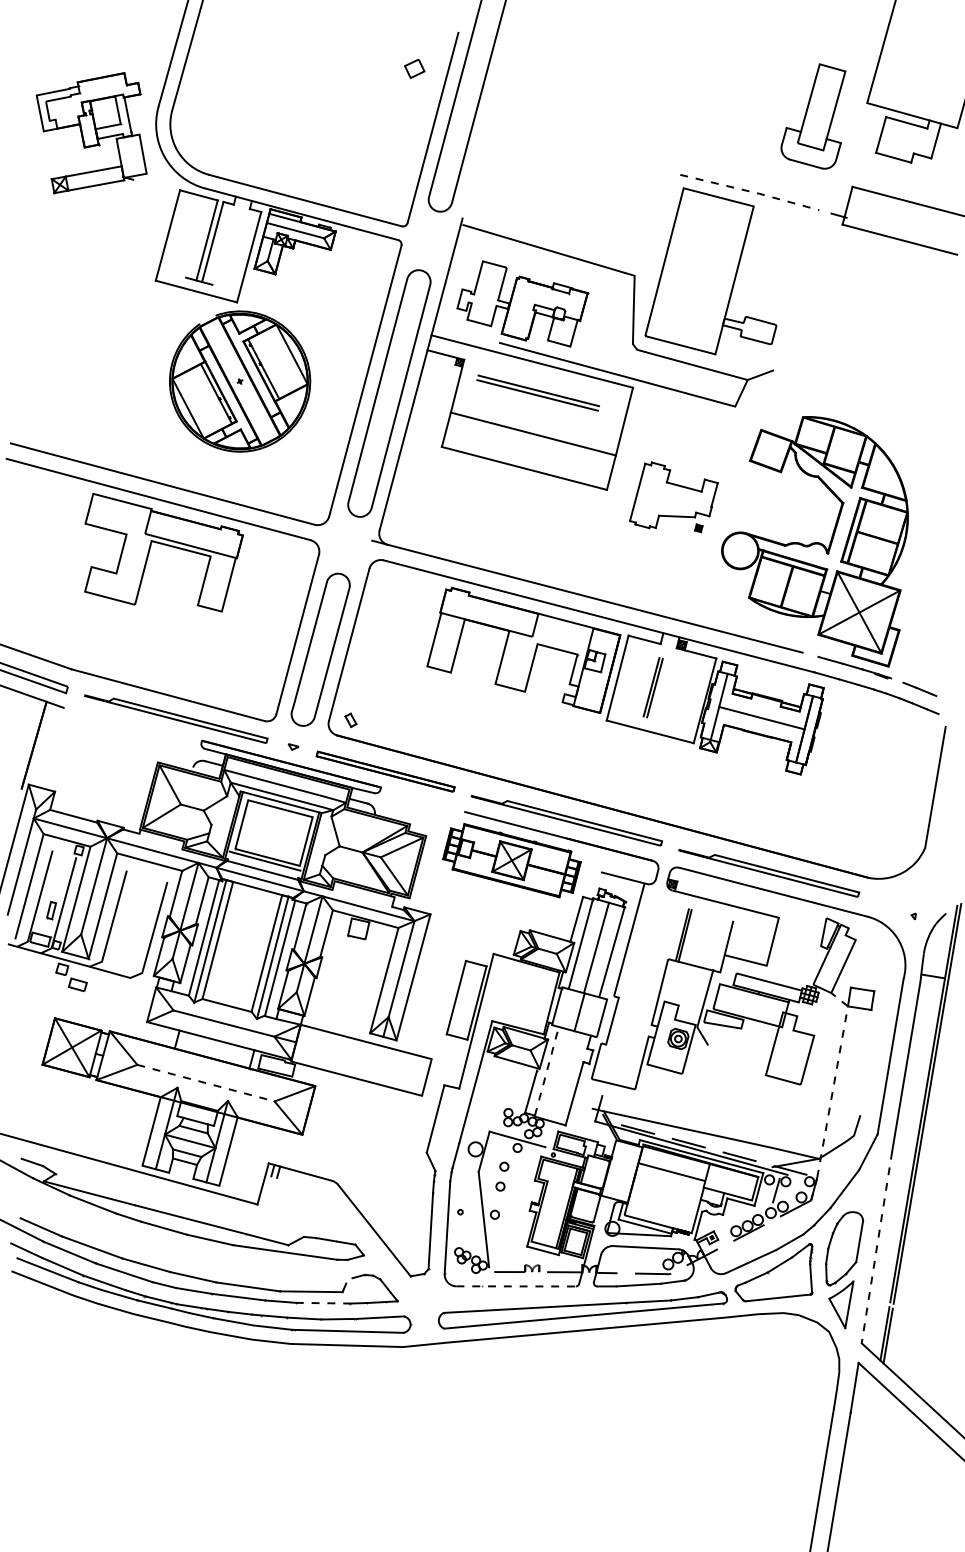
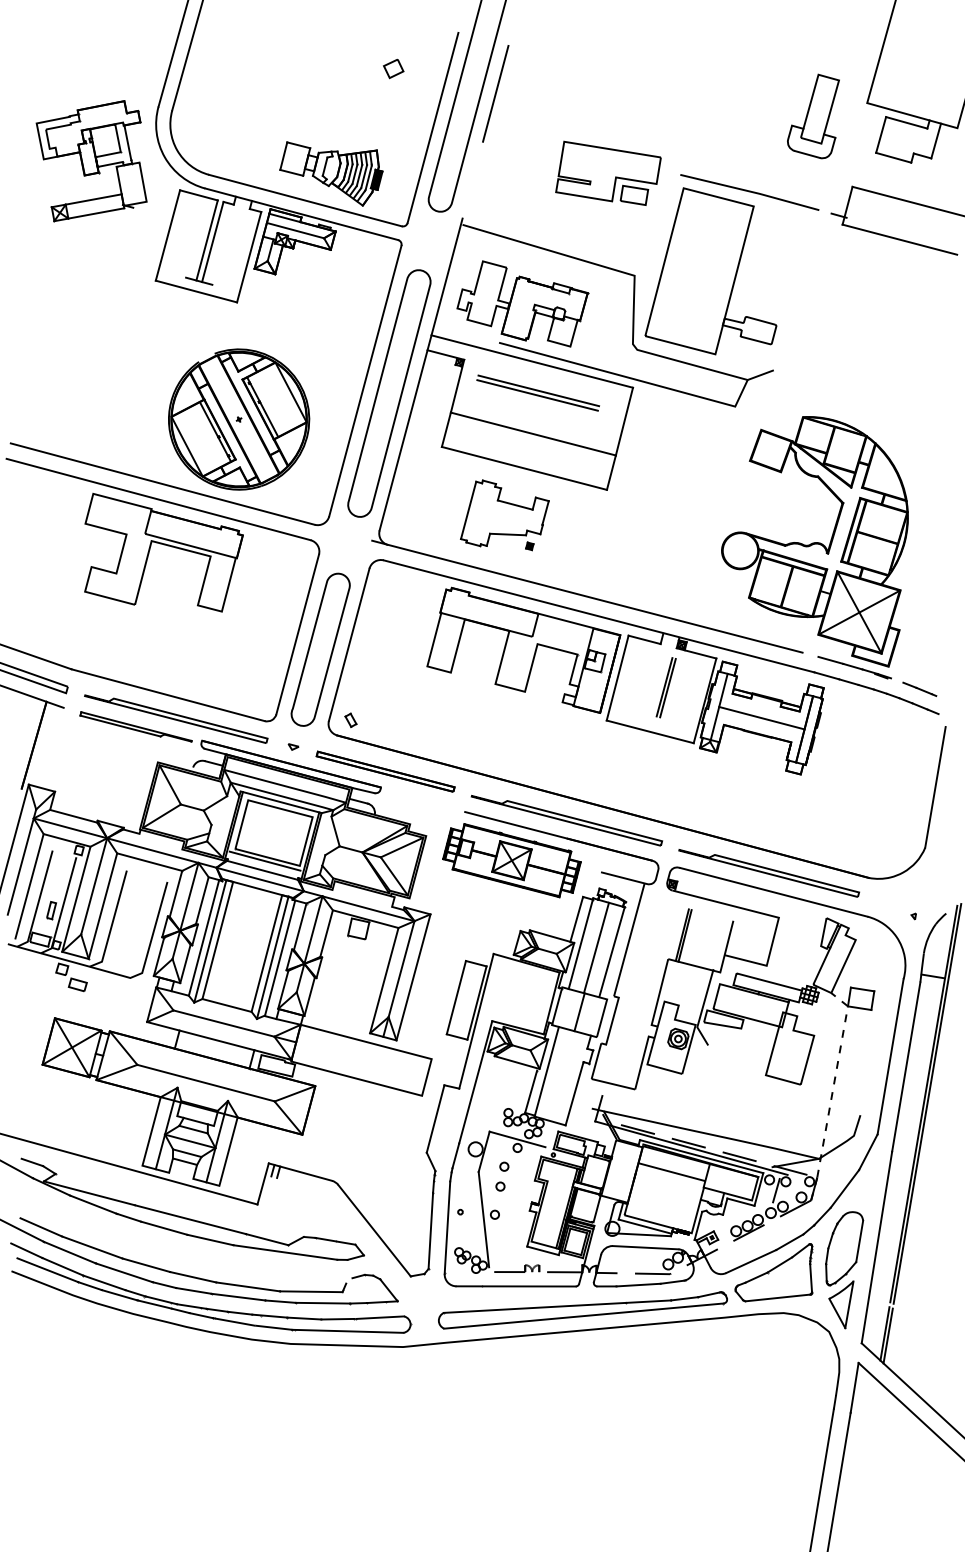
part at (414, 68) position: (414, 68) -> (393, 68)
line at (495, 93): none -> present
part at (813, 116) size: 67x107 px -> 53x87 px
part at (91, 133) position: (91, 133) -> (91, 161)
part at (608, 172): none -> present
part at (331, 173): none -> present
line at (751, 191): dashed -> solid
part at (240, 381) position: (240, 381) -> (239, 419)
part at (673, 497) position: (673, 497) -> (504, 515)
part at (652, 687) position: (652, 687) -> (665, 687)
part at (135, 726): none -> present
line at (546, 1071): dashed -> solid
line at (206, 1083): dashed -> solid
line at (876, 1247): dashed -> solid
line at (516, 1286): dashed -> solid
line at (323, 1303): dashed -> solid
